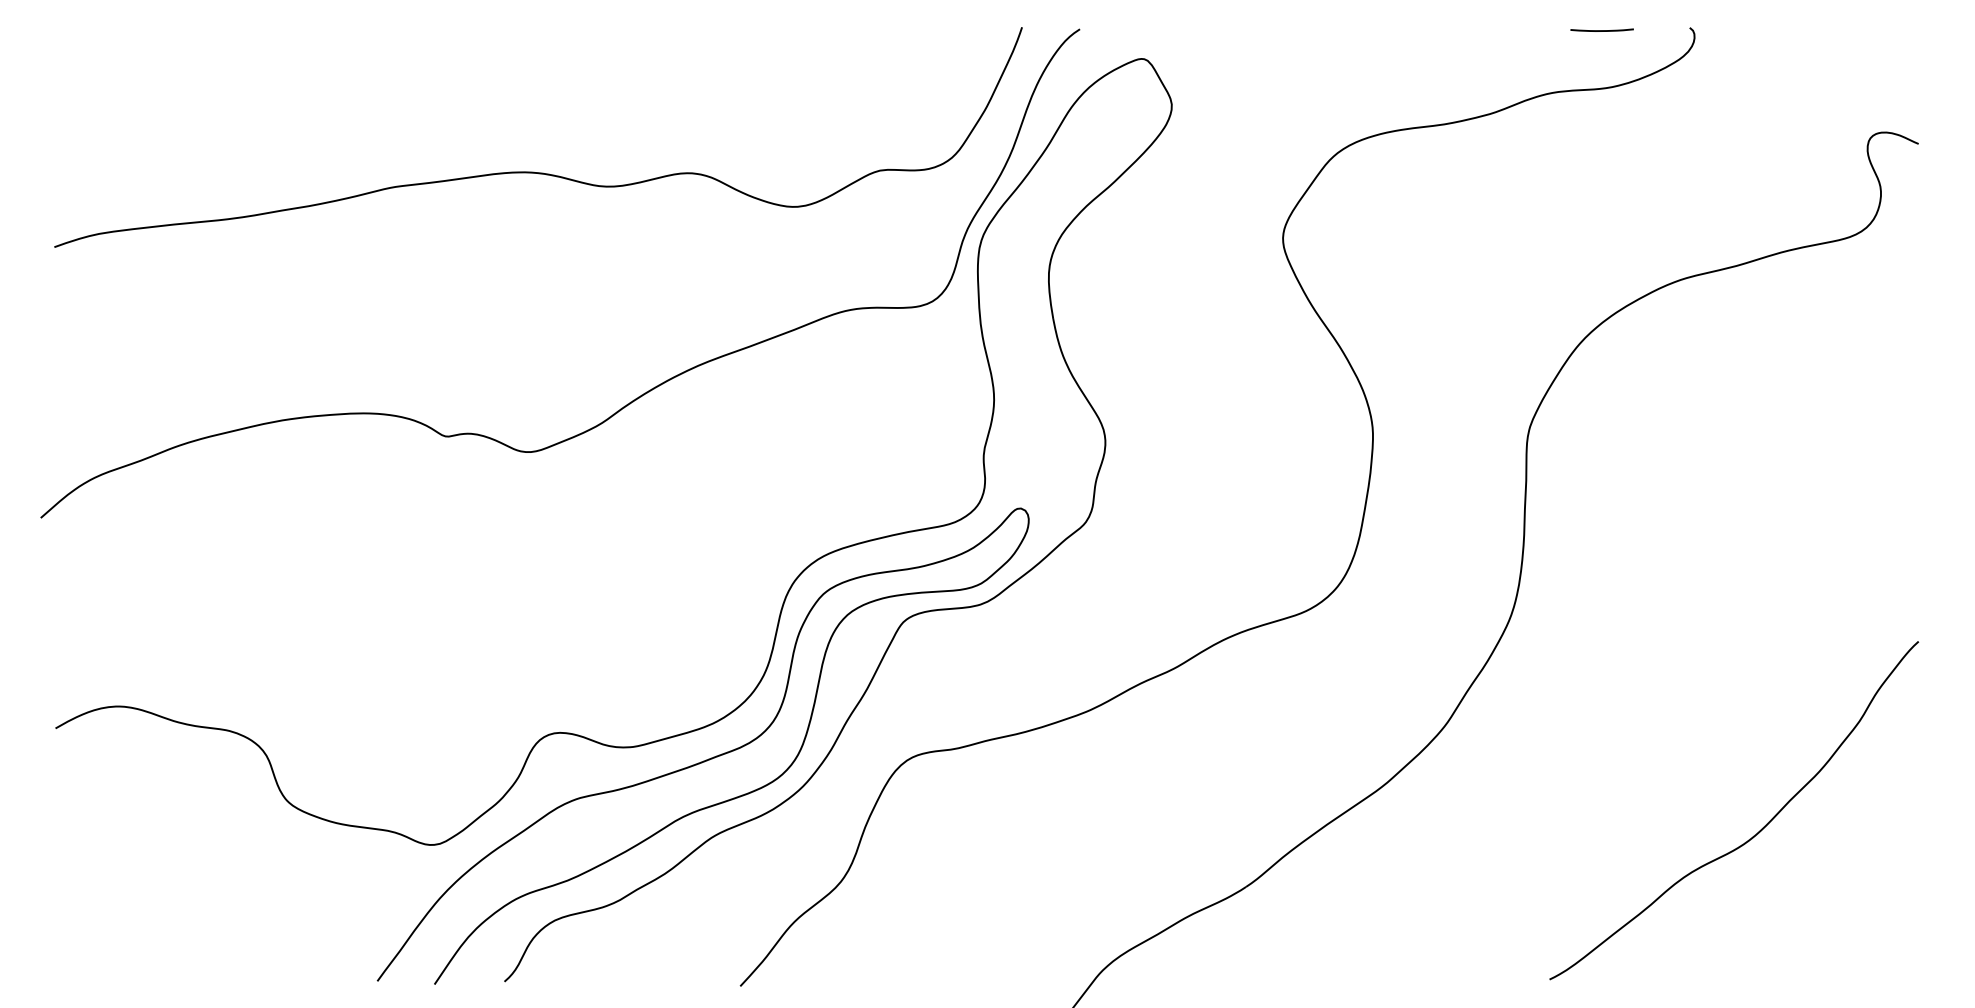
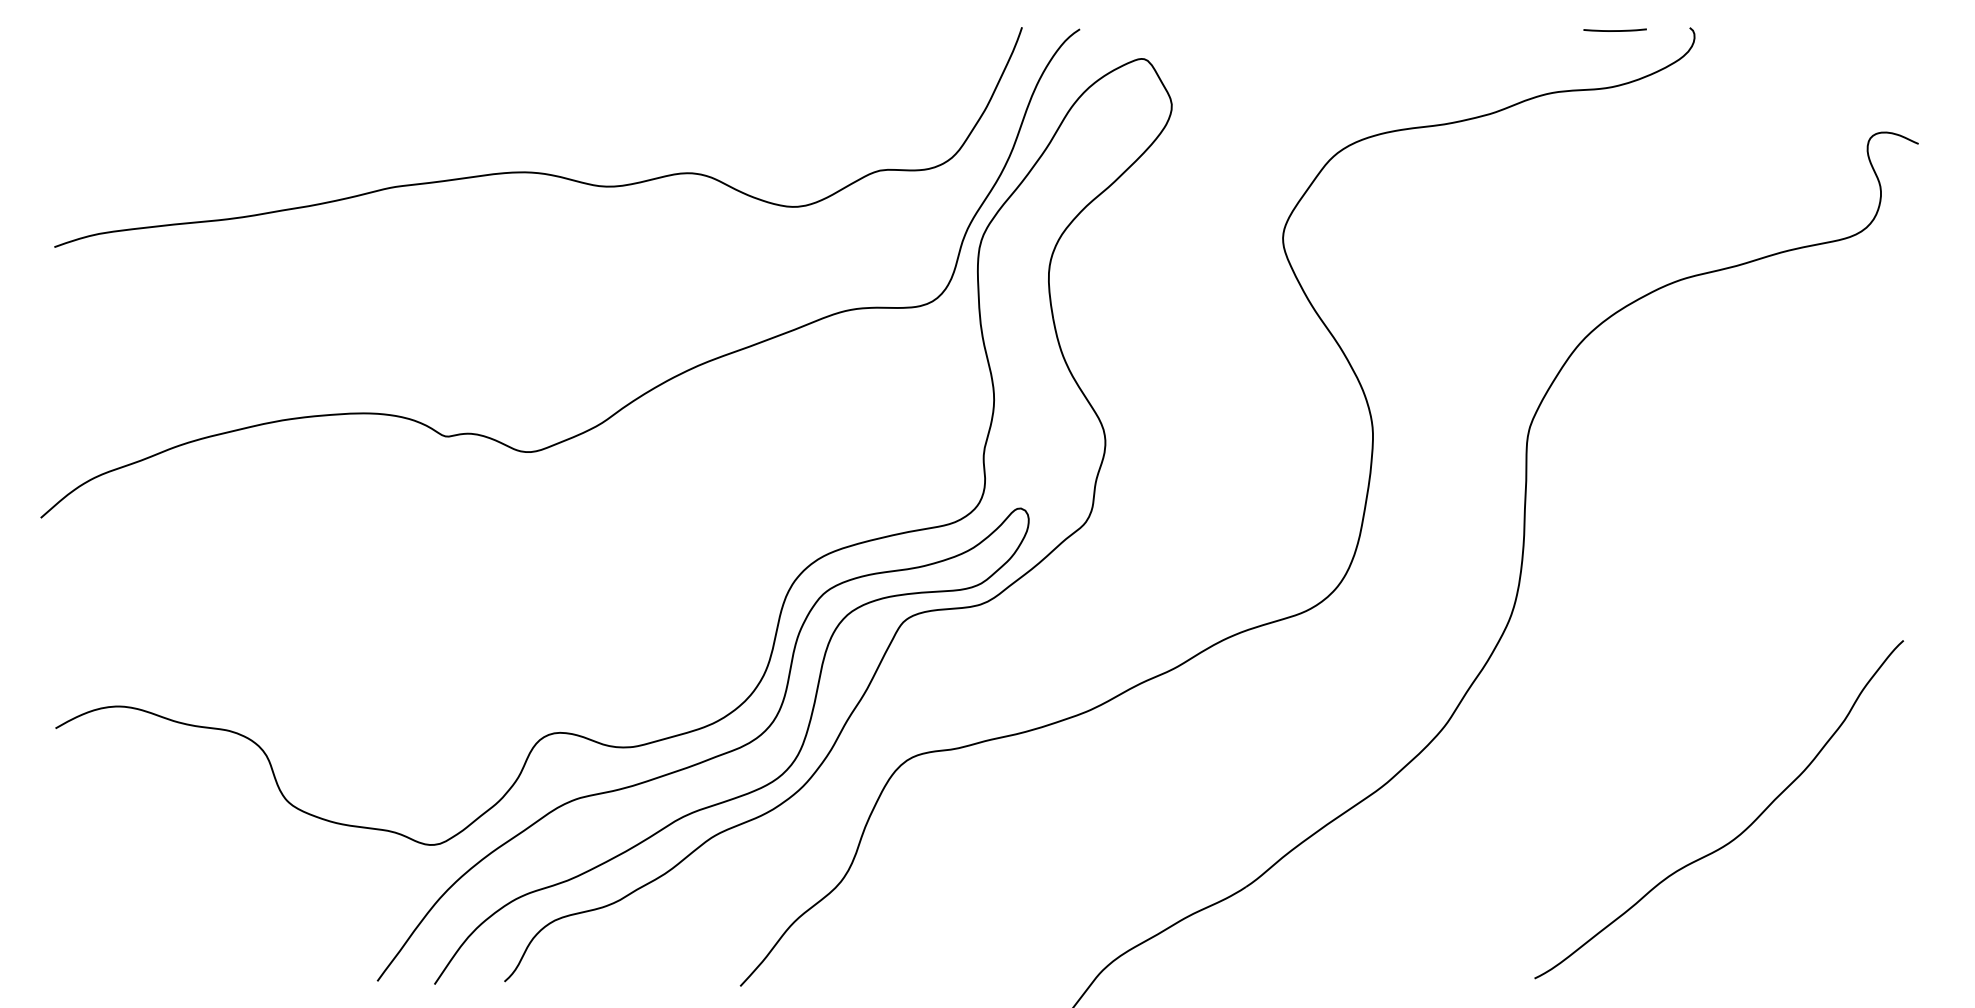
line at (1601, 30) position: (1601, 30) -> (1614, 30)
curve at (1753, 835) position: (1753, 835) -> (1738, 834)
